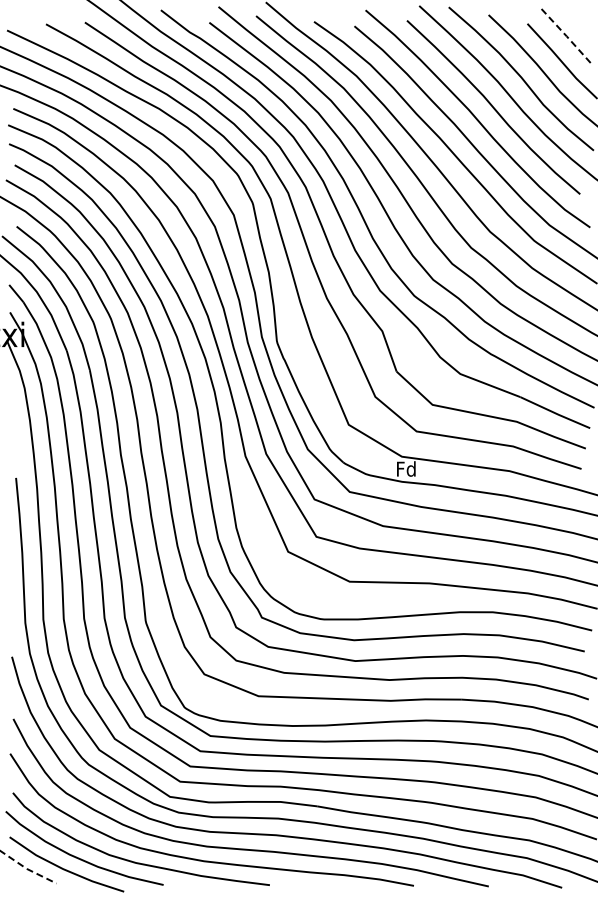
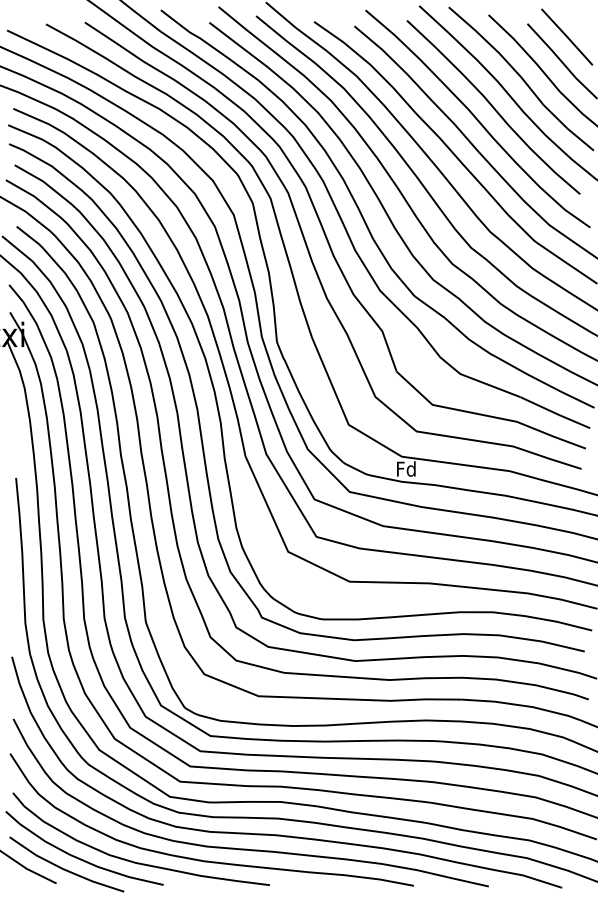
line at (566, 36): dashed -> solid
line at (26, 868): dashed -> solid
